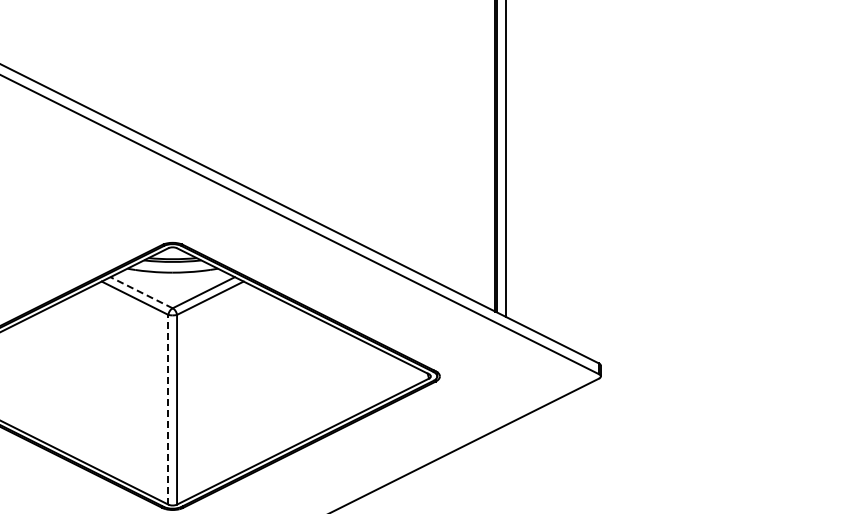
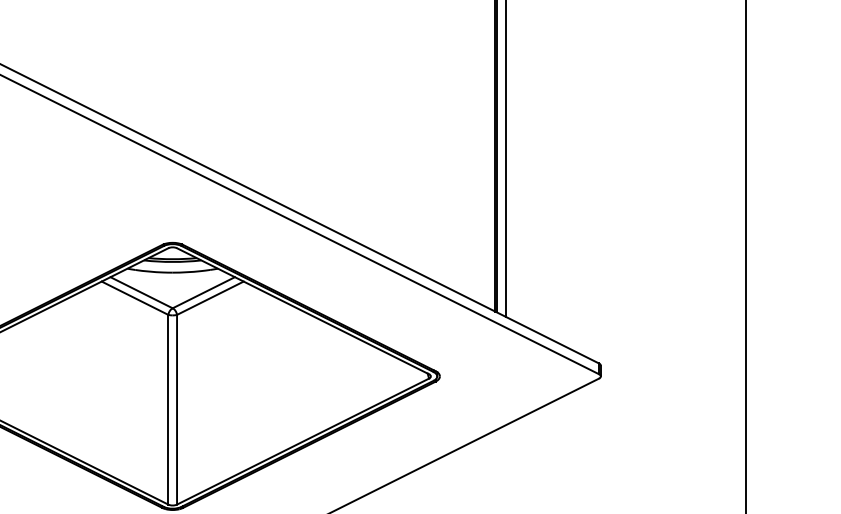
line at (745, 256): none -> present
line at (141, 292): dashed -> solid
line at (168, 409): dashed -> solid
